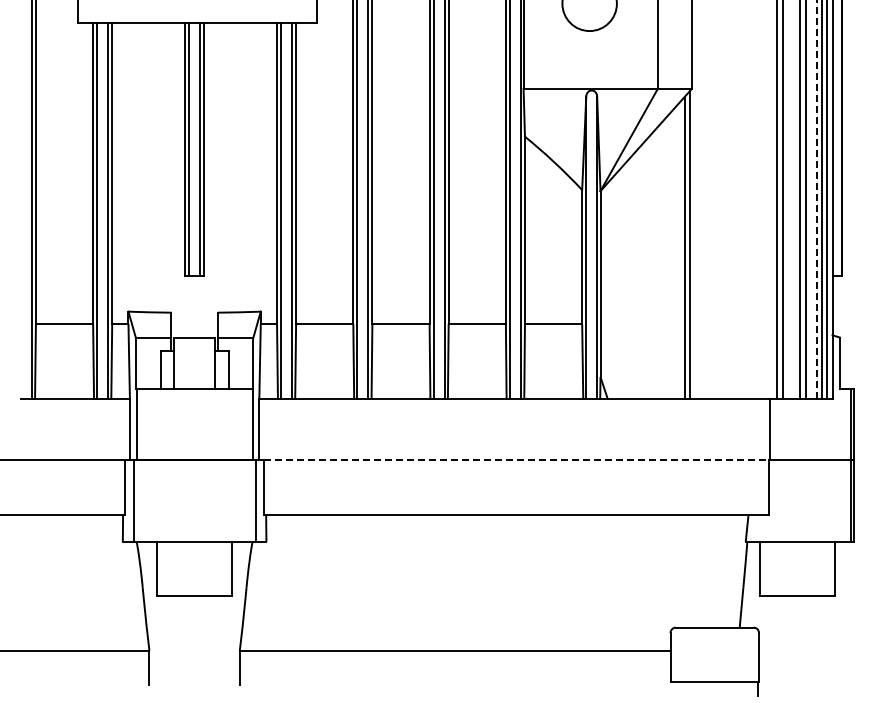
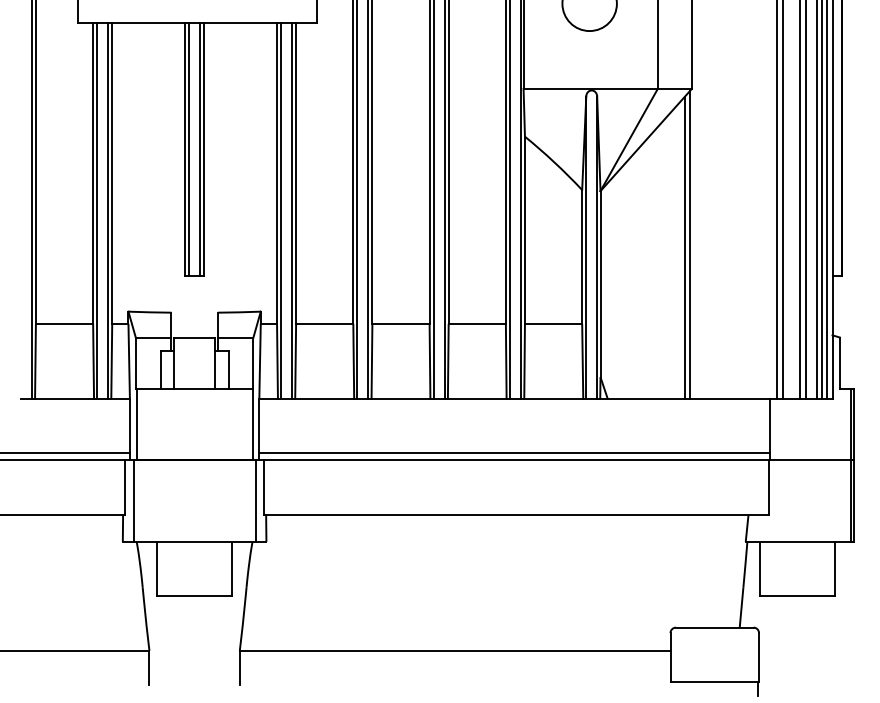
line at (816, 199): dashed -> solid
line at (65, 453): none -> present
line at (514, 453): none -> present
line at (516, 460): dashed -> solid
